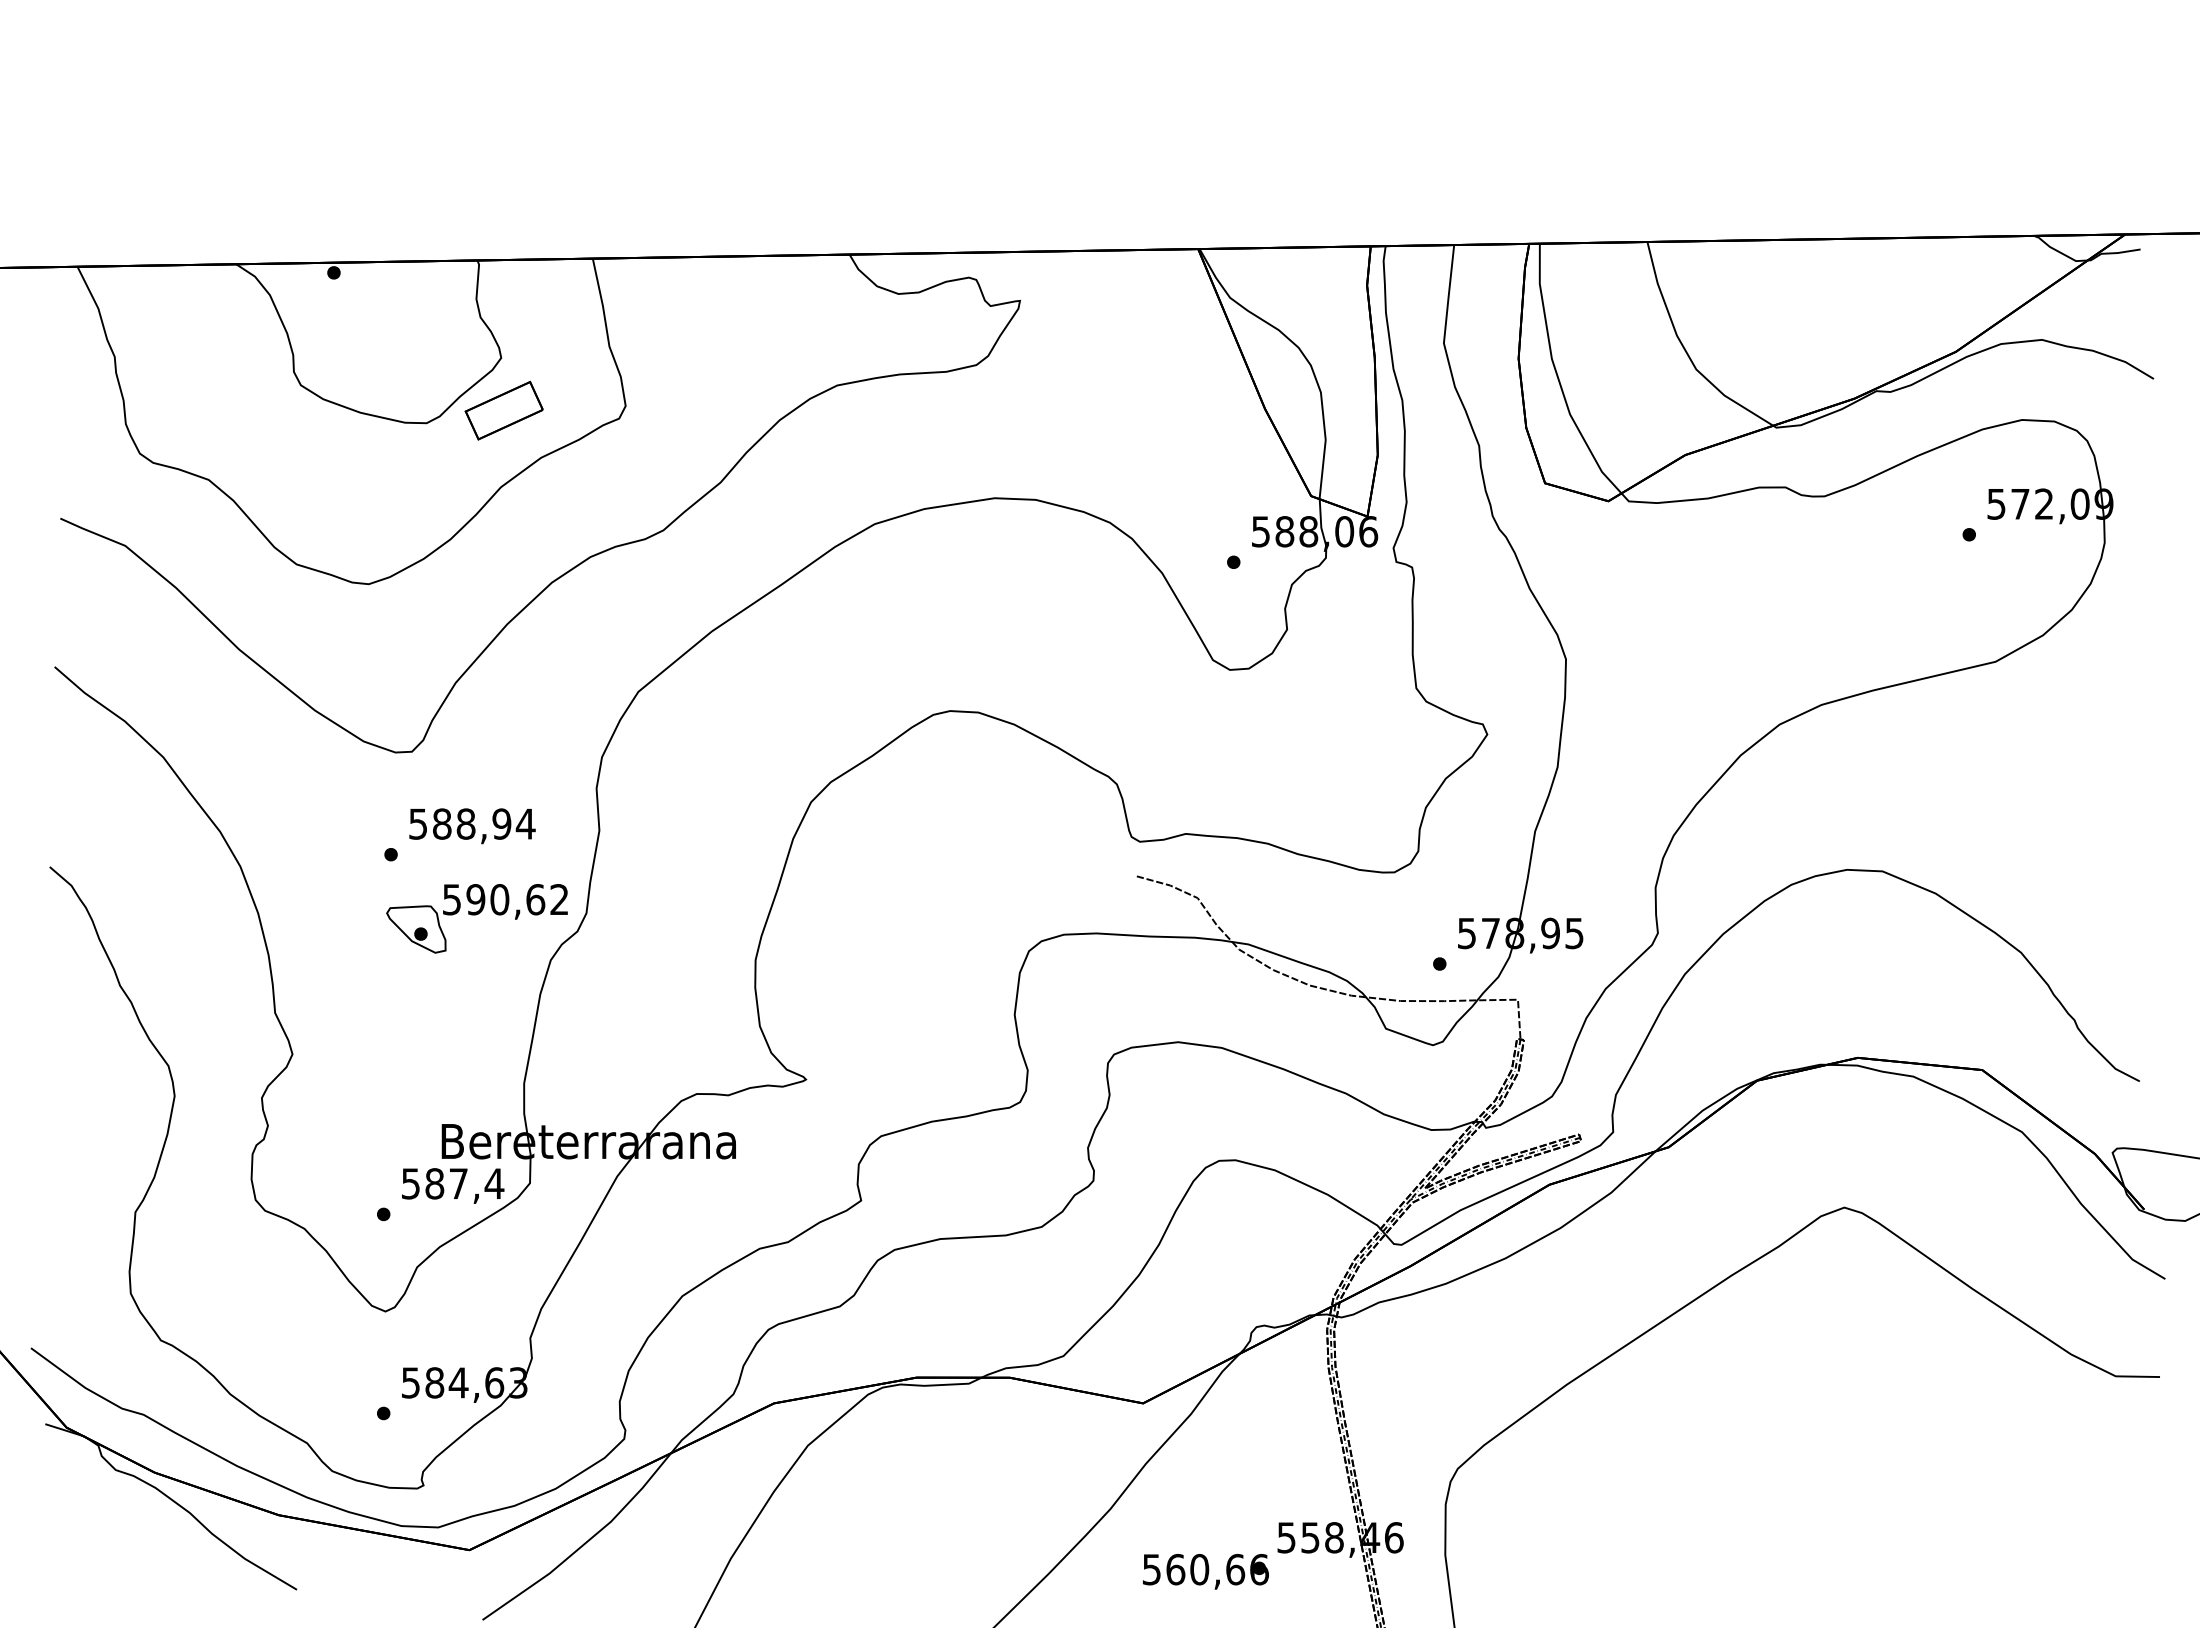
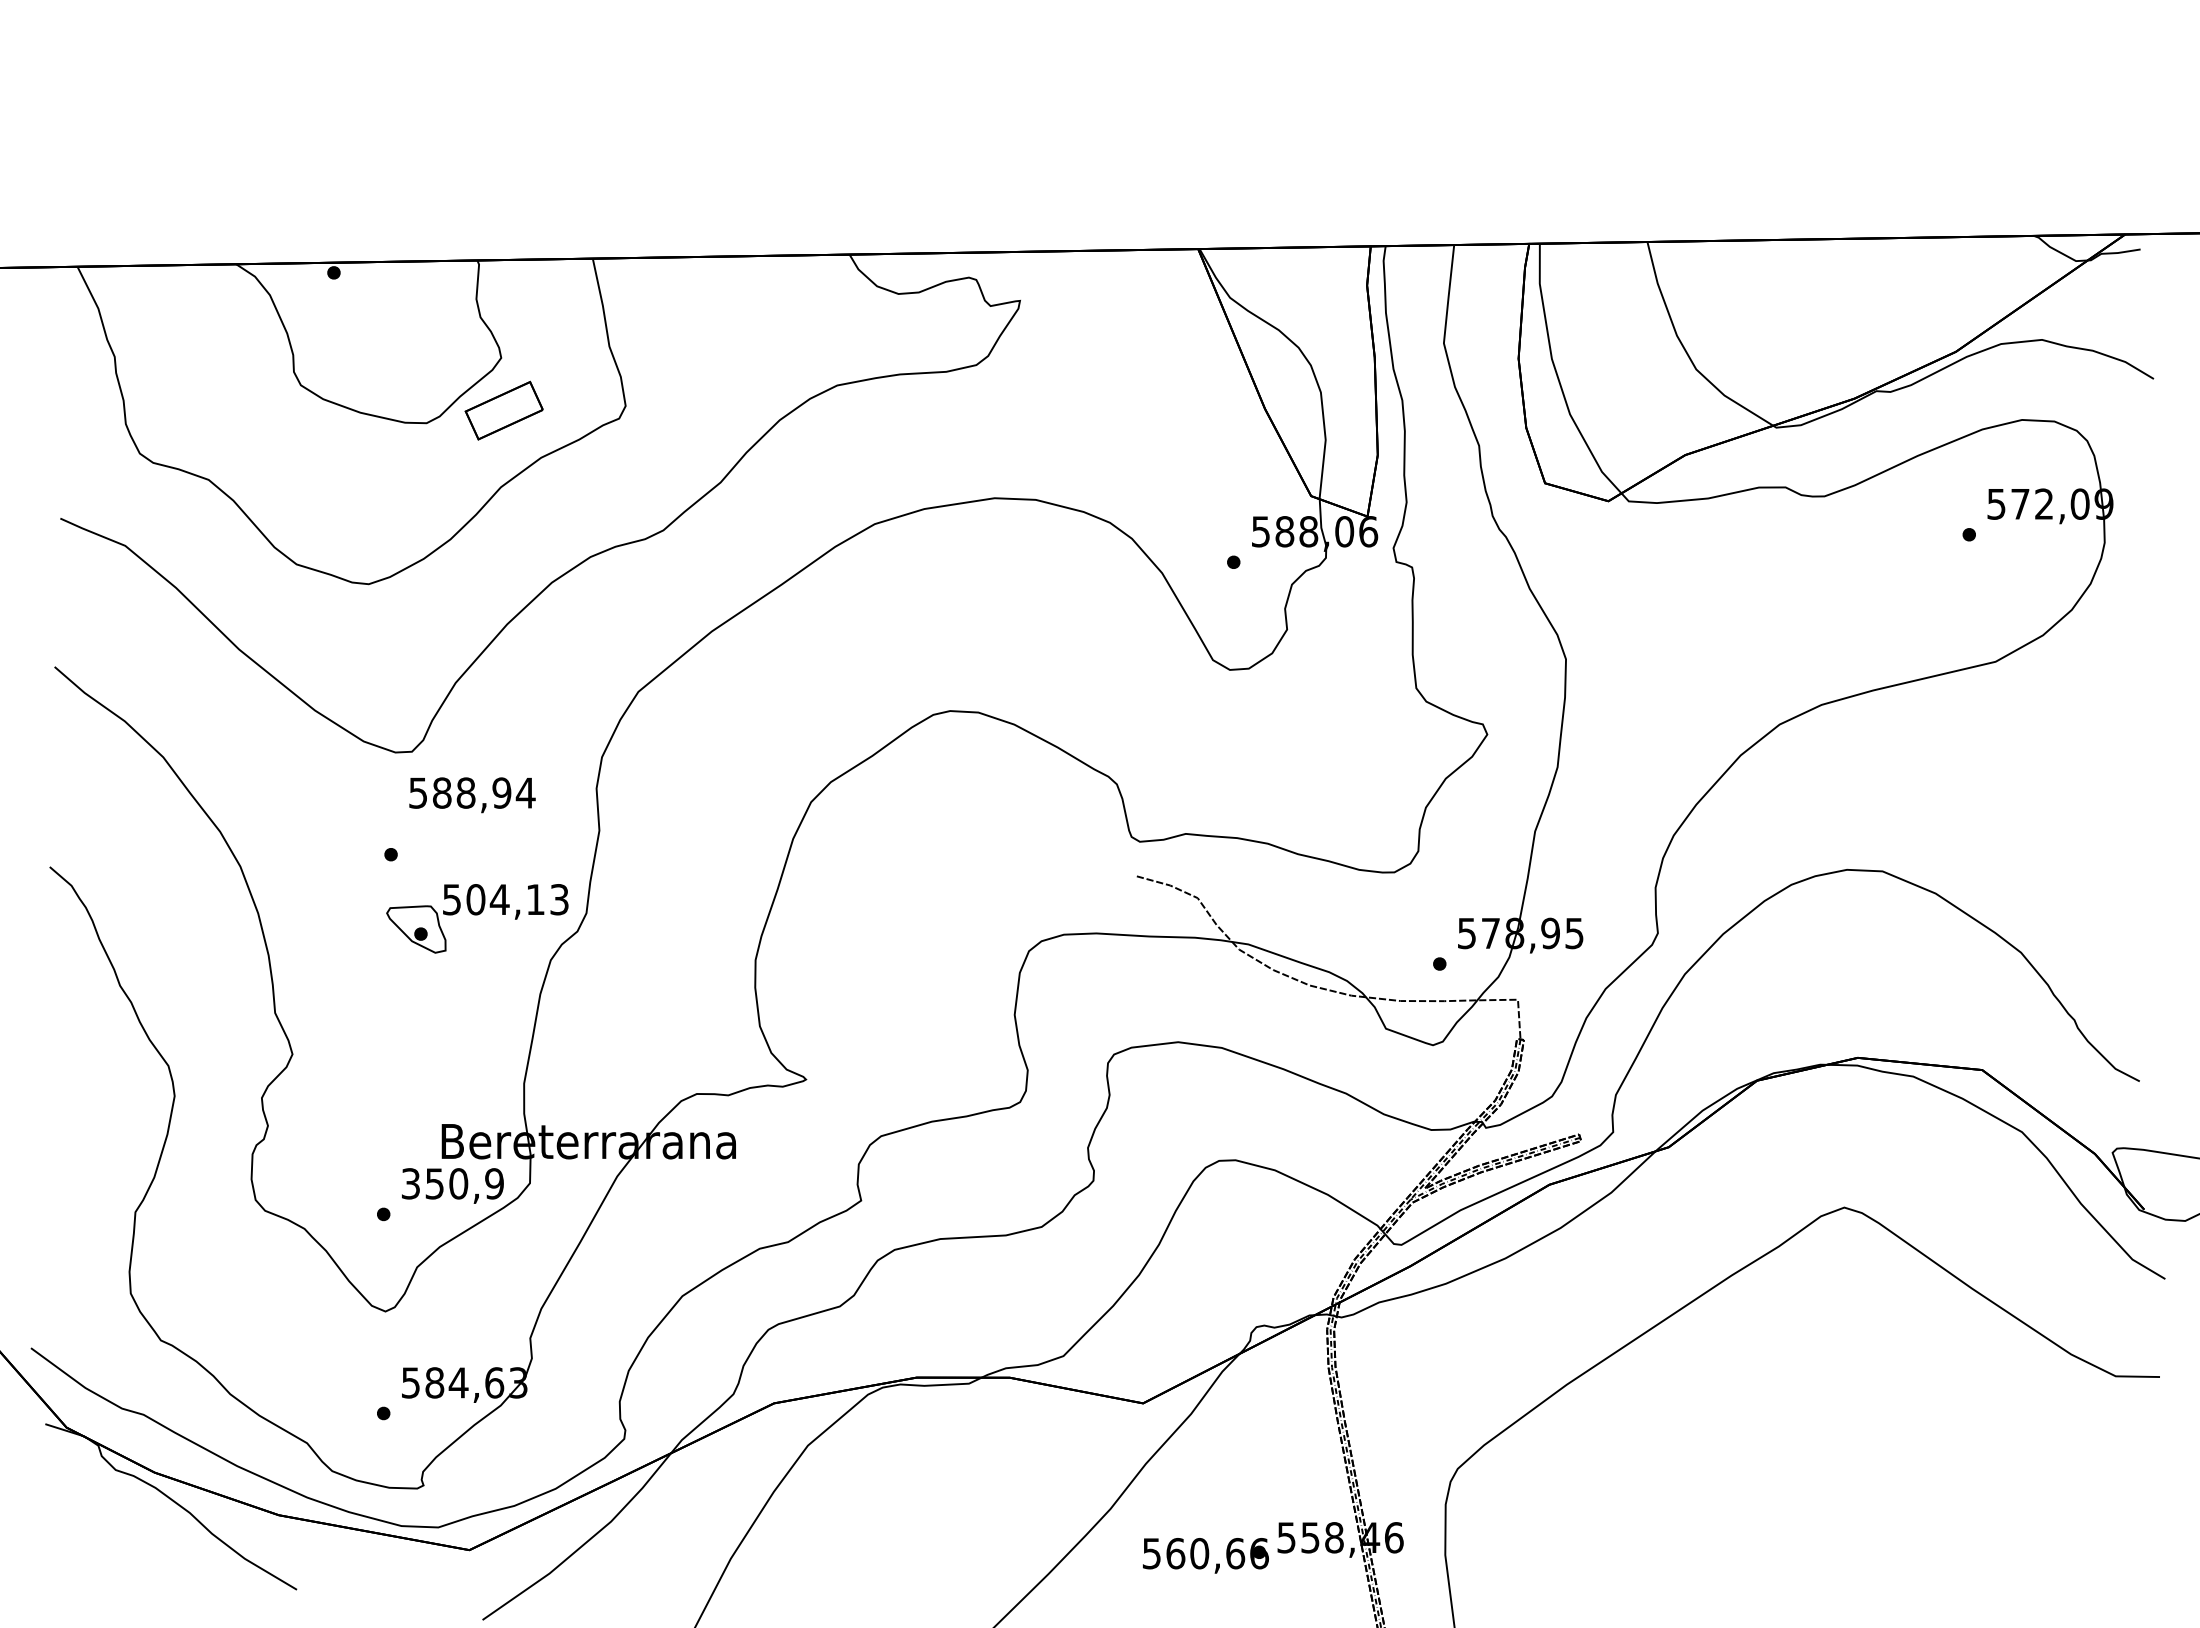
text at (472, 826) position: (472, 826) -> (472, 795)
text at (517, 899): 590,62 -> 504,13
text at (453, 1183): 587,4 -> 350,9
text at (1205, 1571) position: (1205, 1571) -> (1205, 1555)
